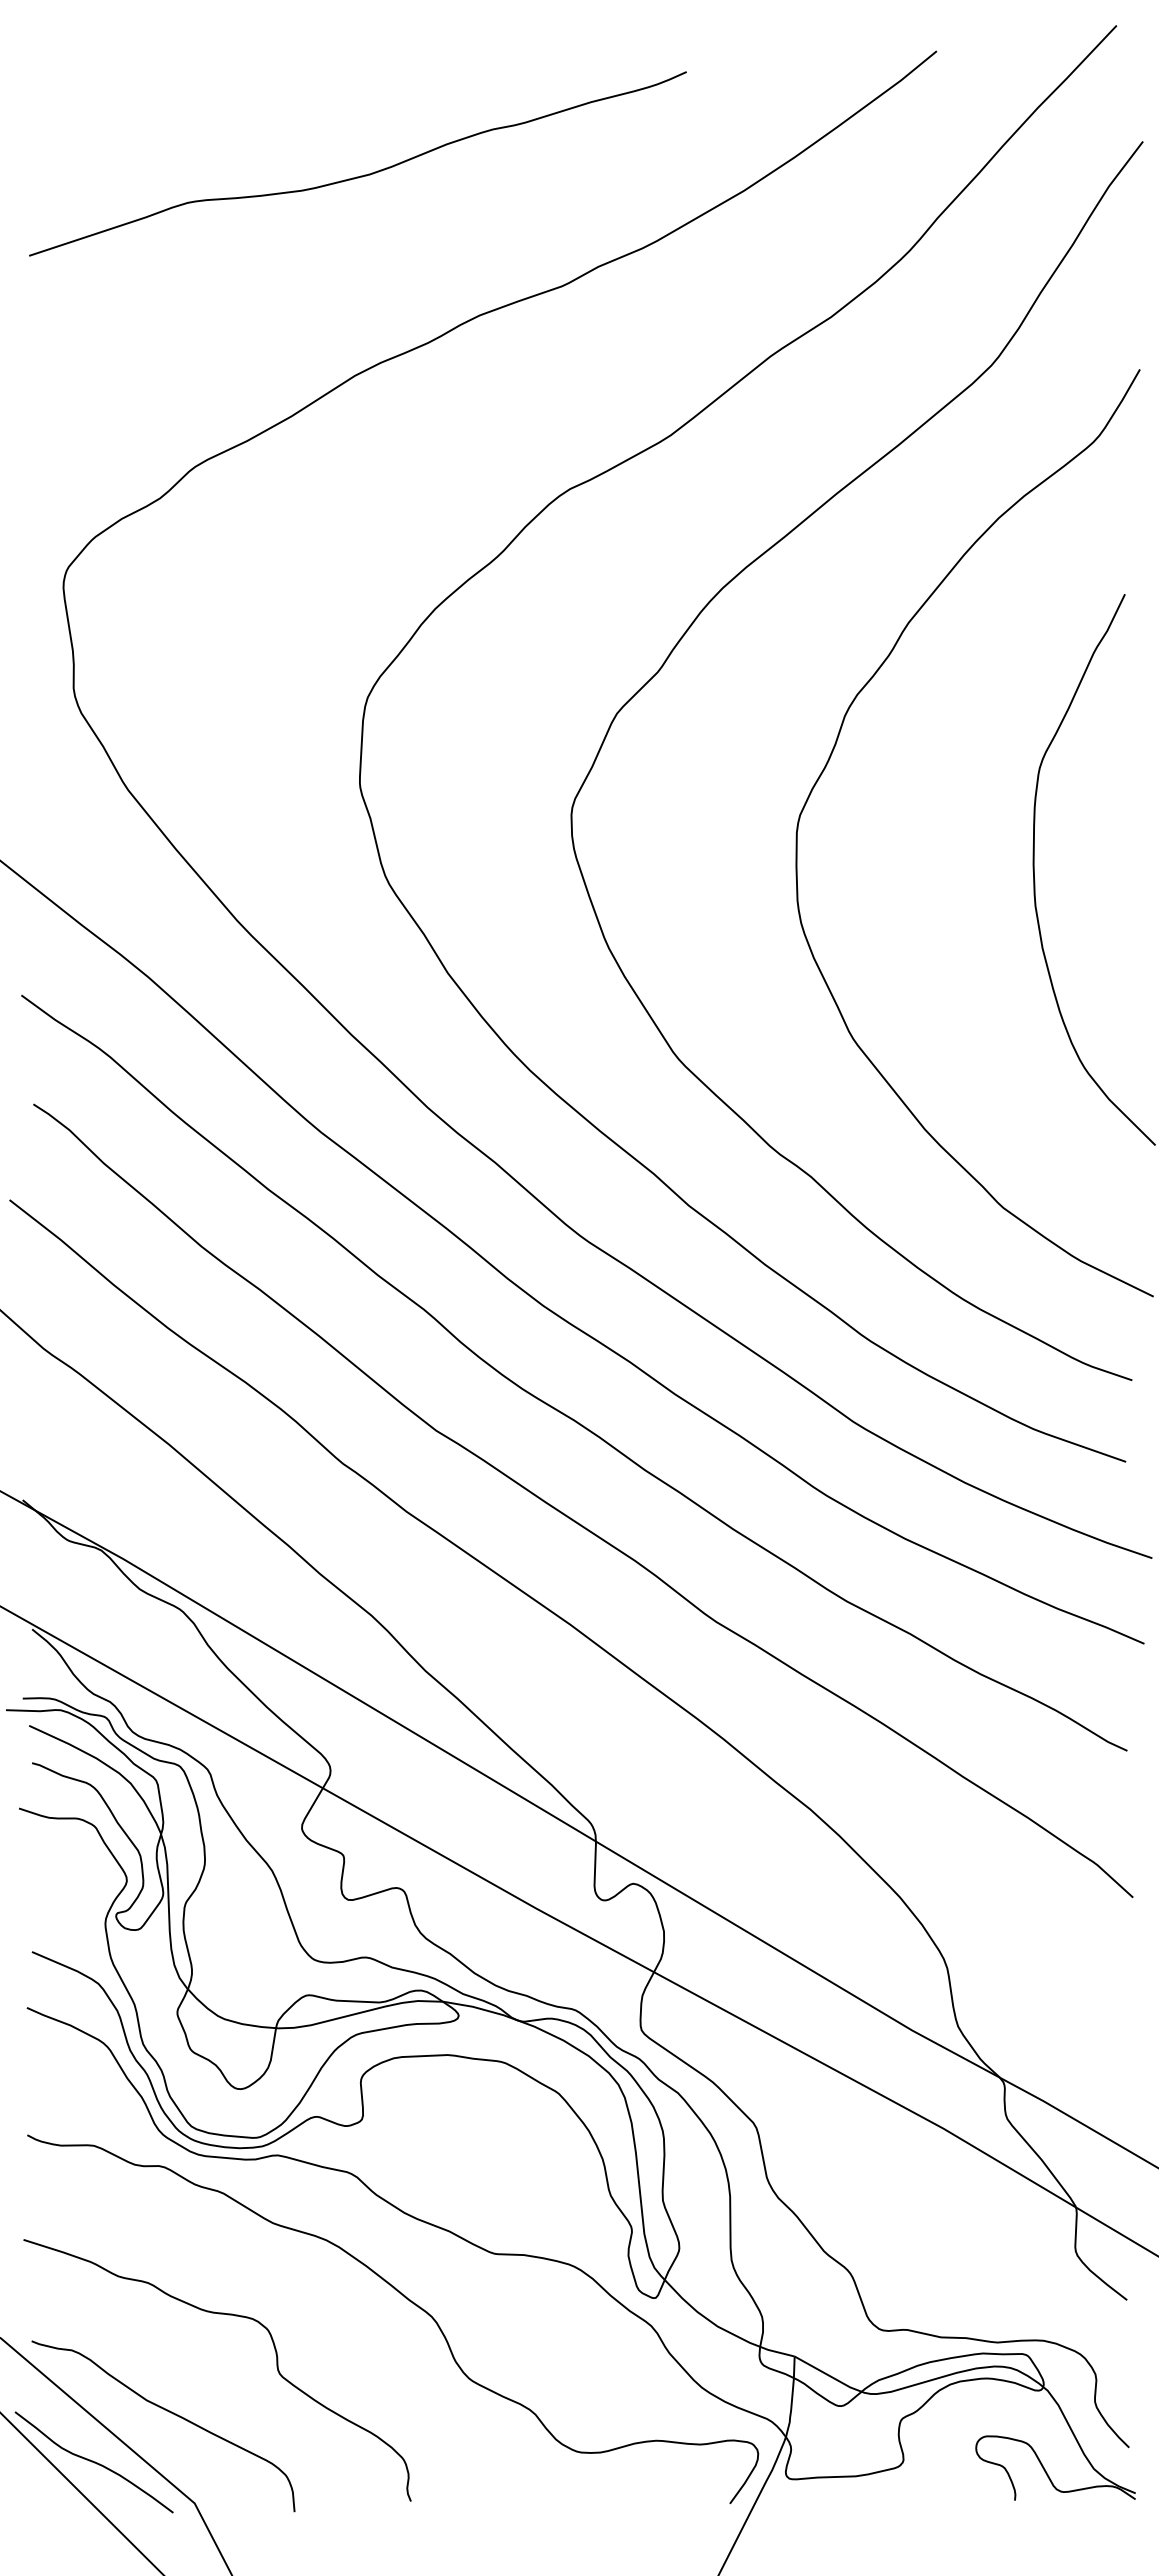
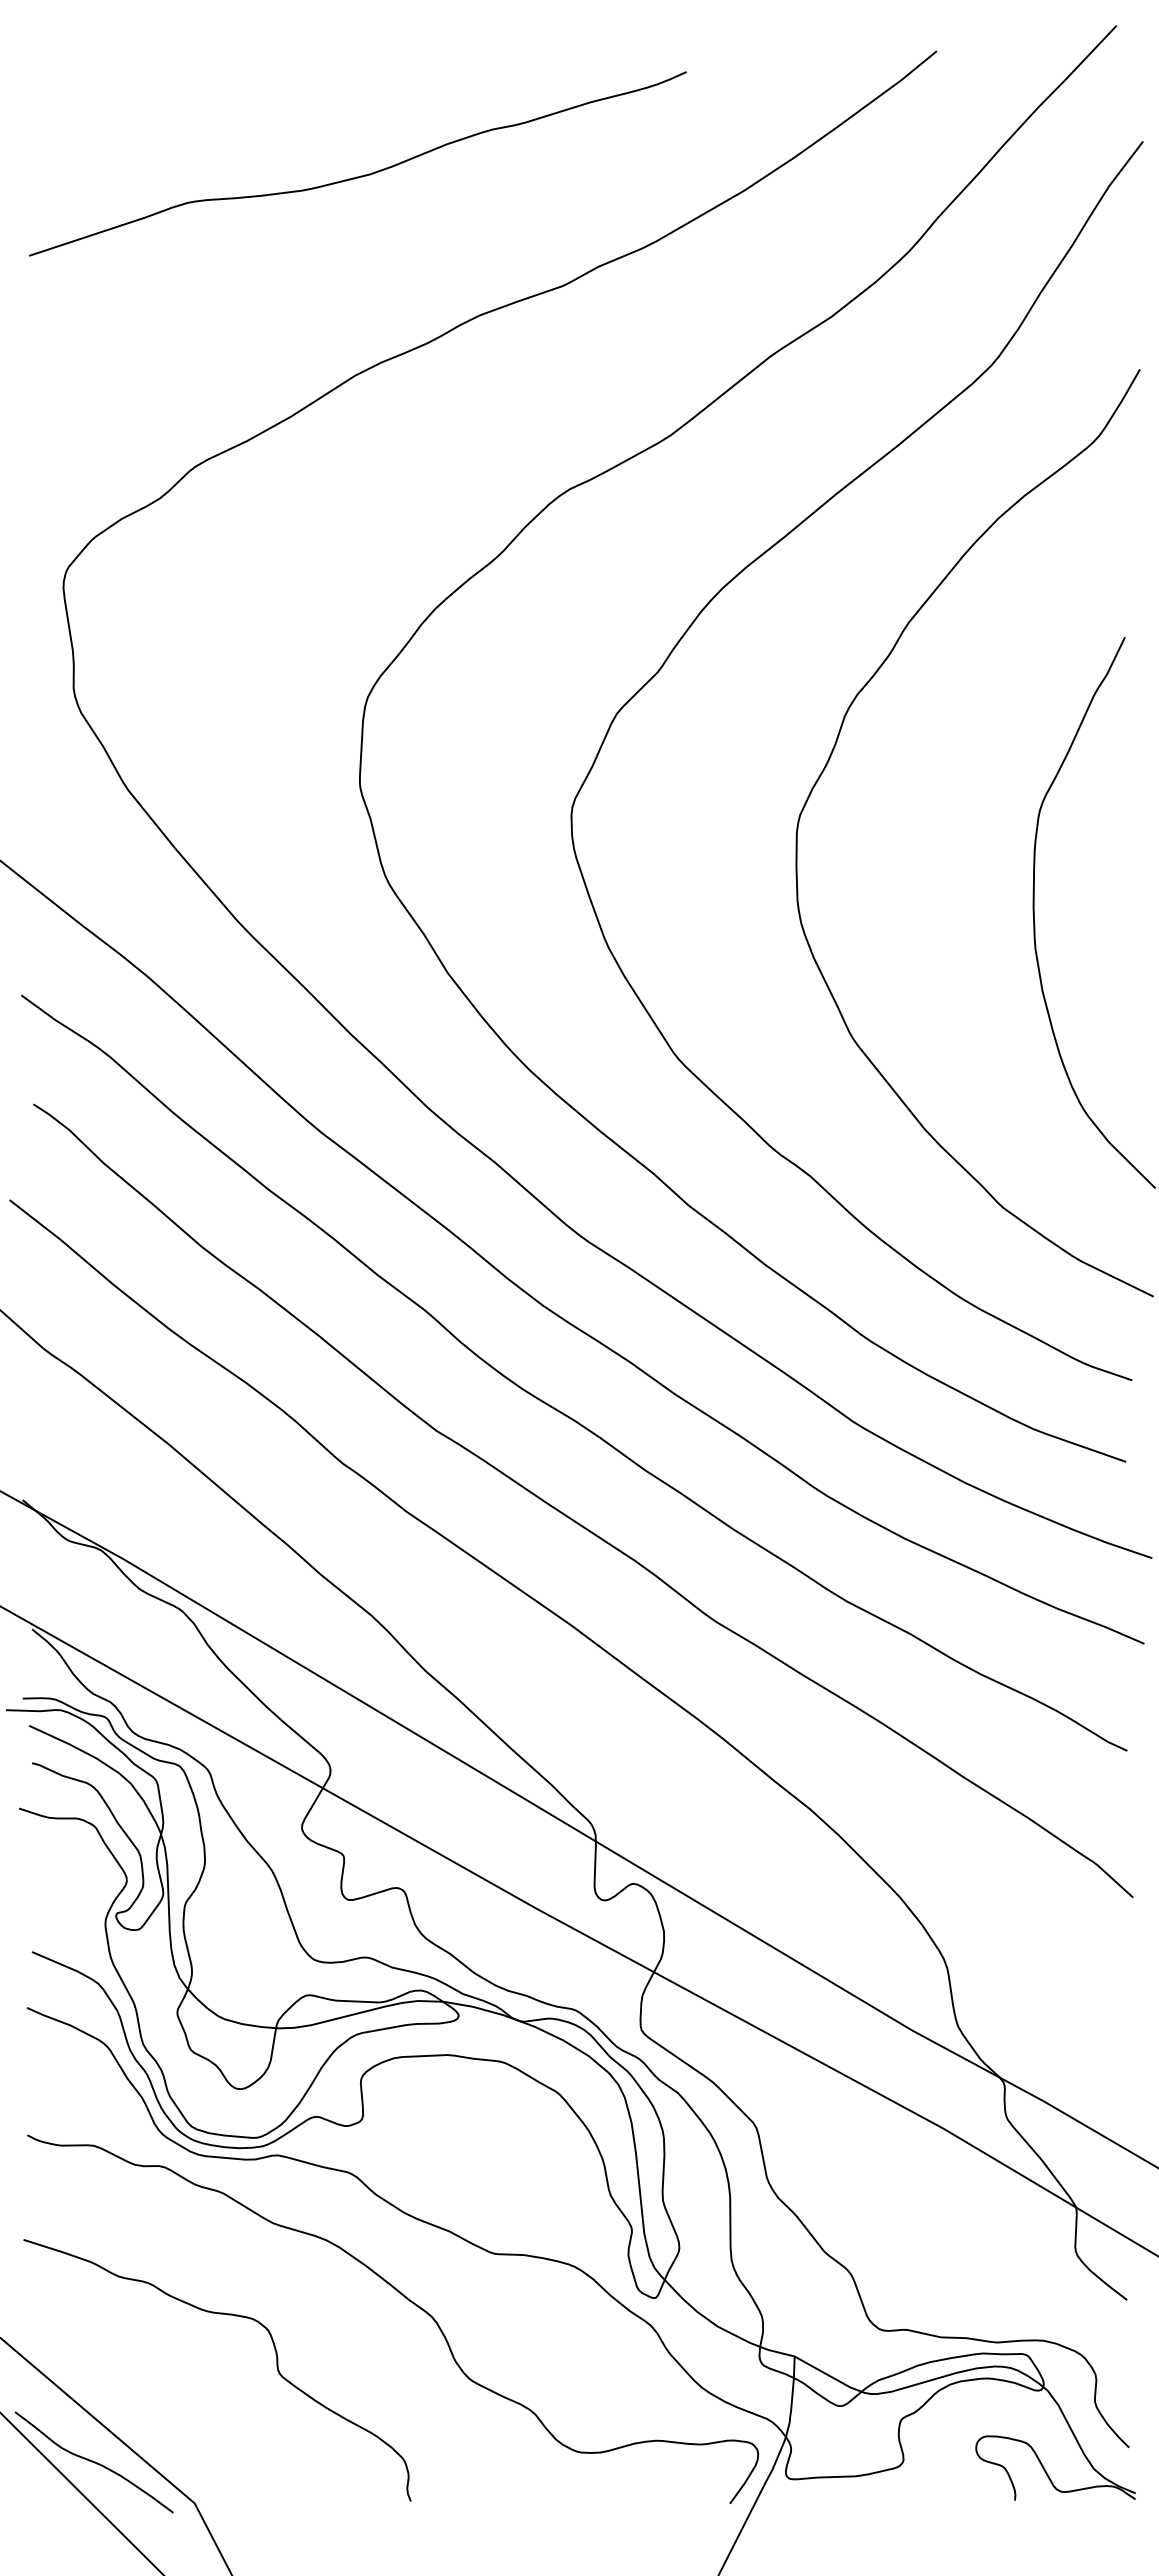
curve at (1034, 869) position: (1034, 869) -> (1034, 912)
curve at (169, 2412): present -> none
